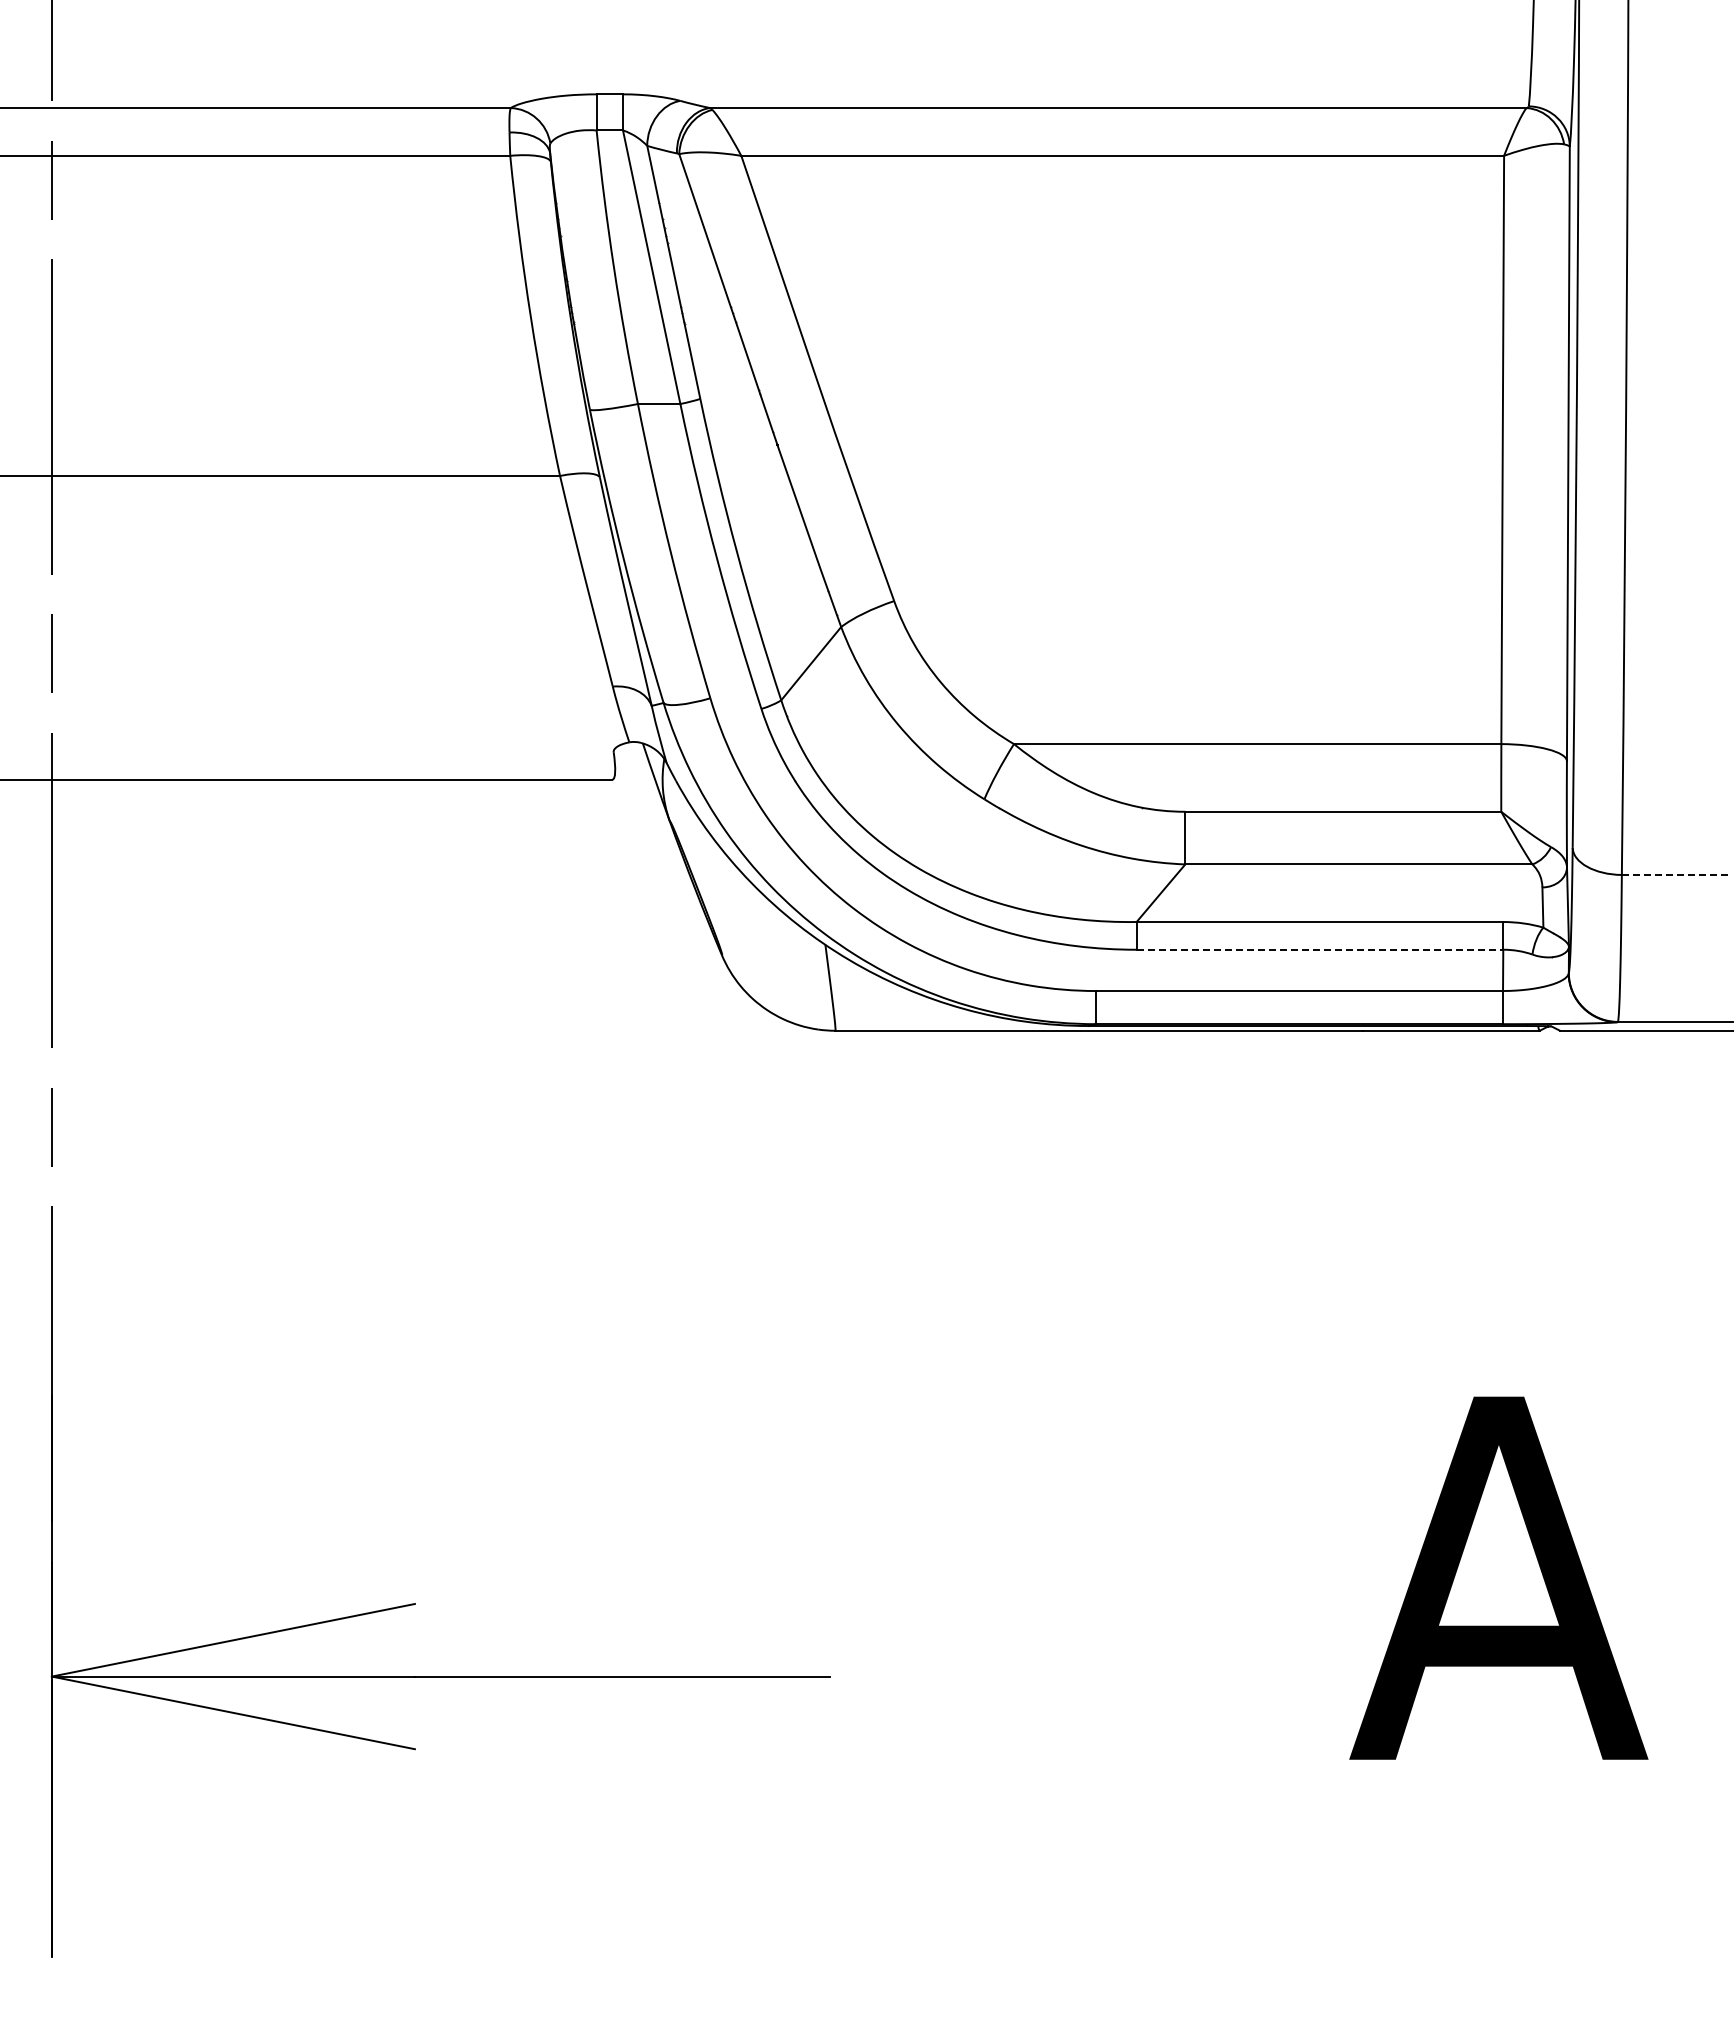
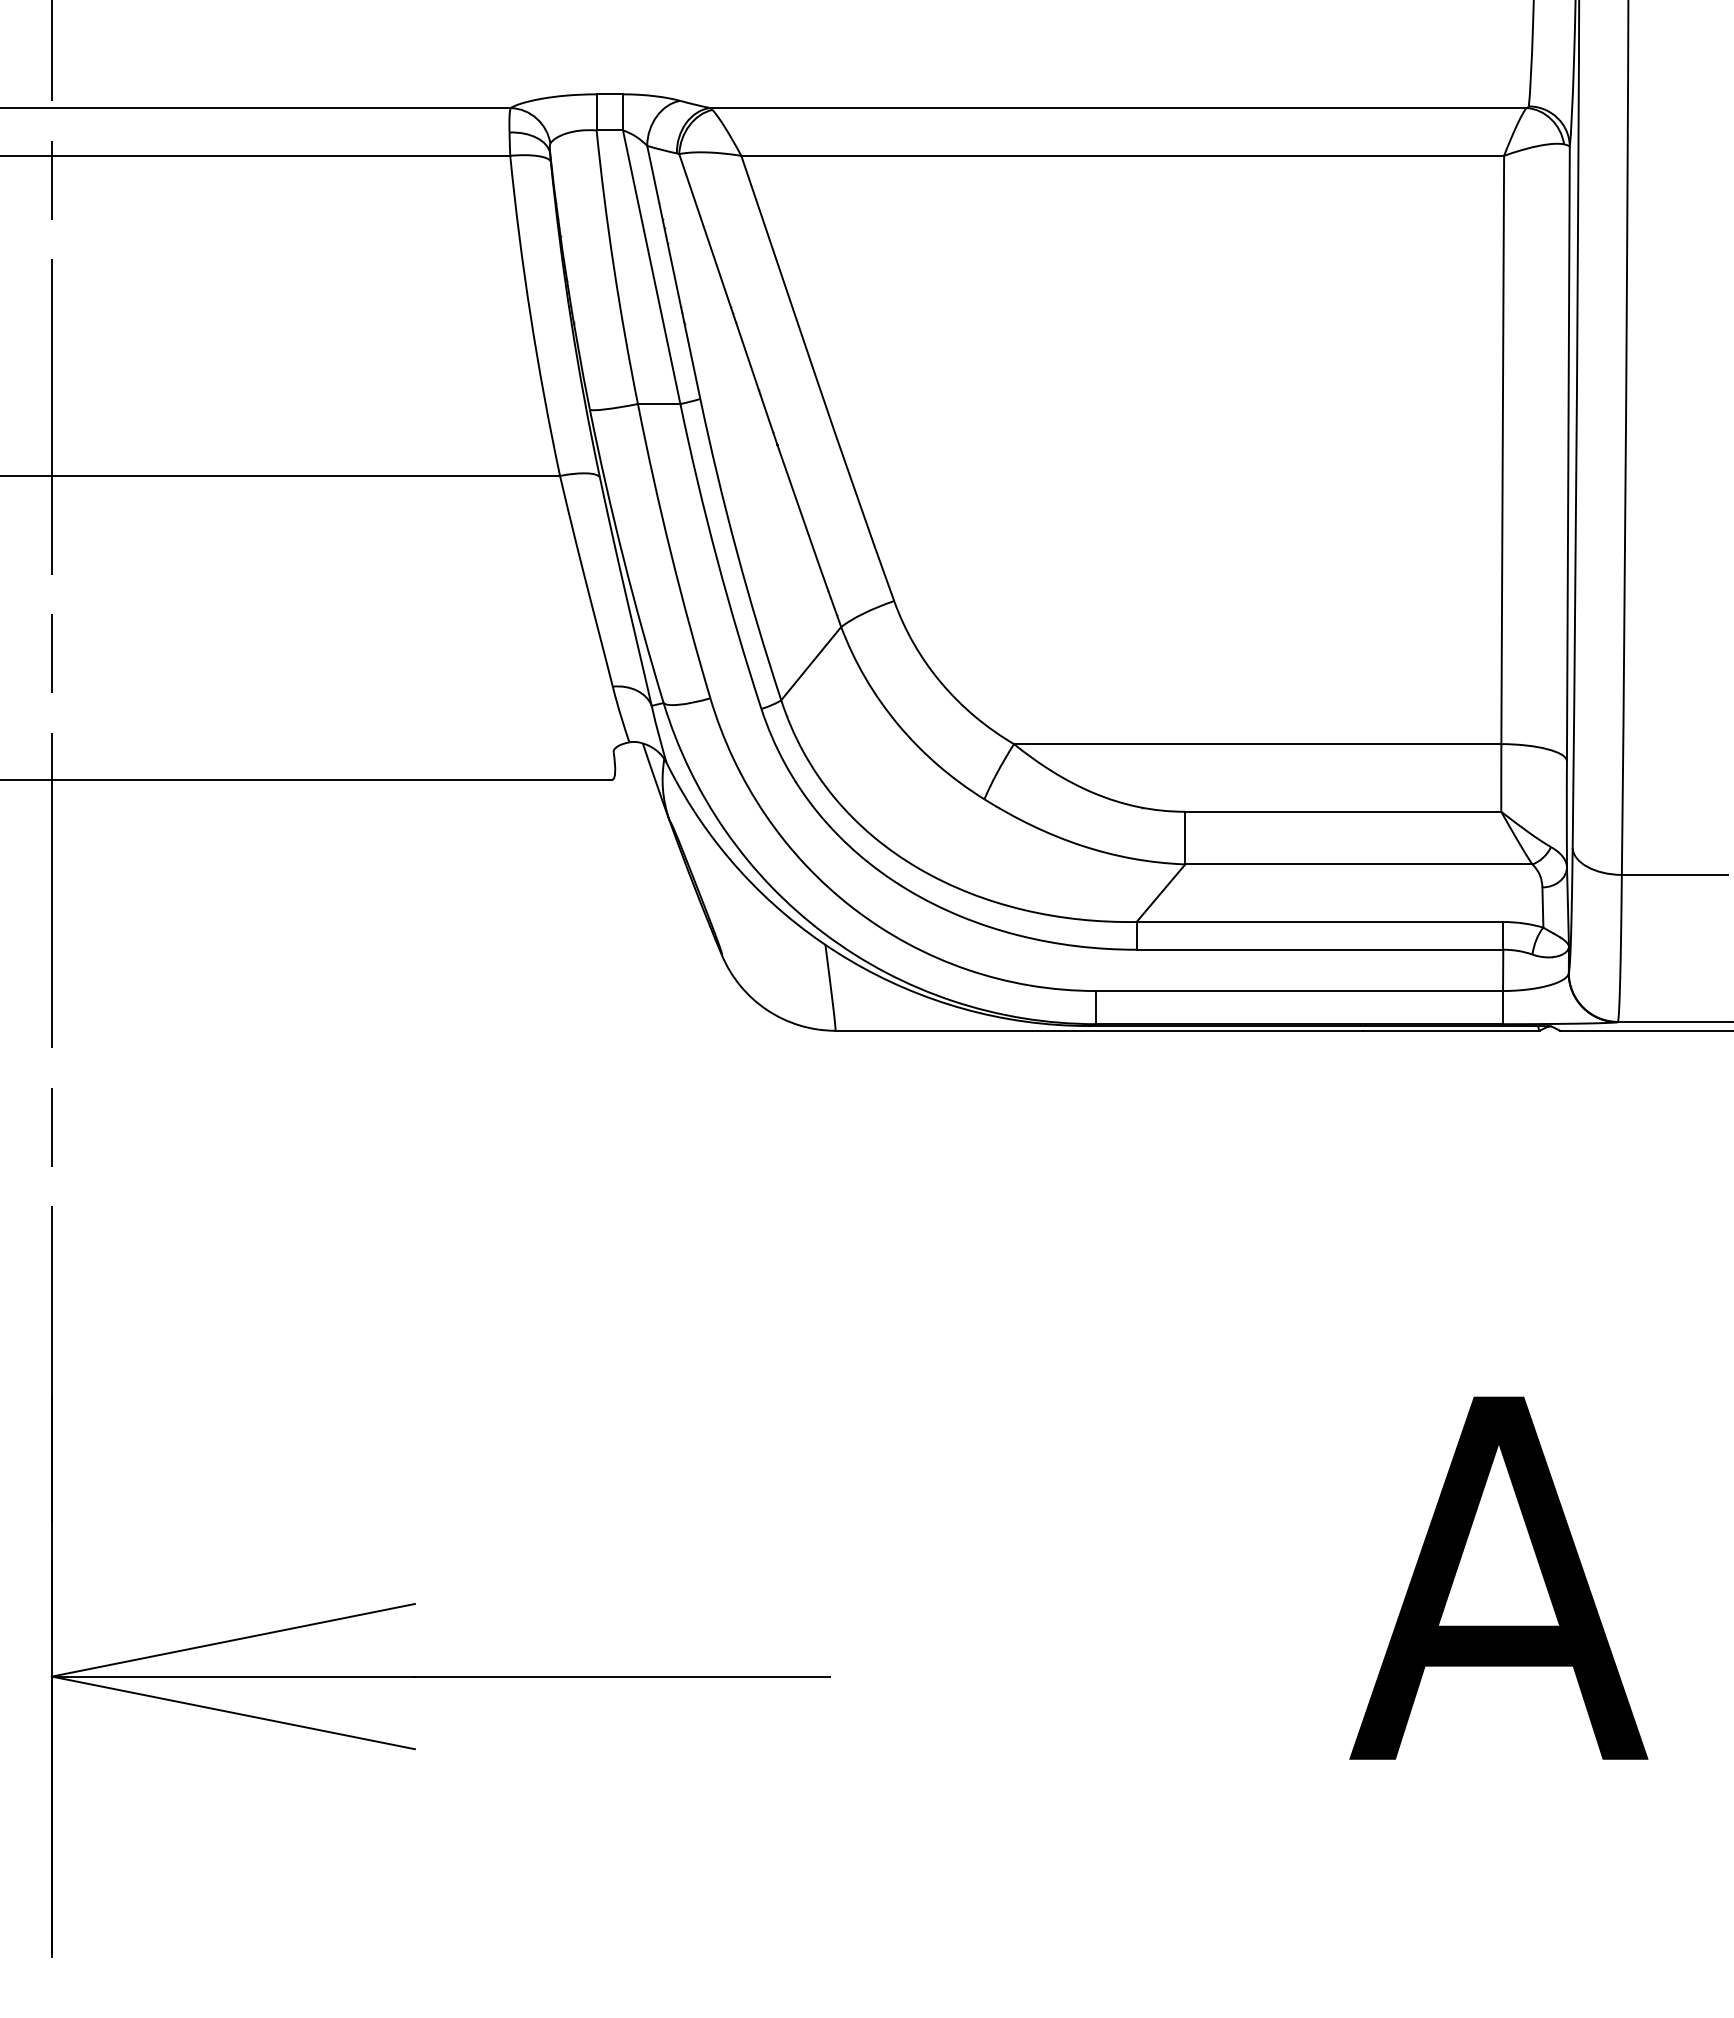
line at (1674, 874): dashed -> solid
line at (1320, 949): dashed -> solid
